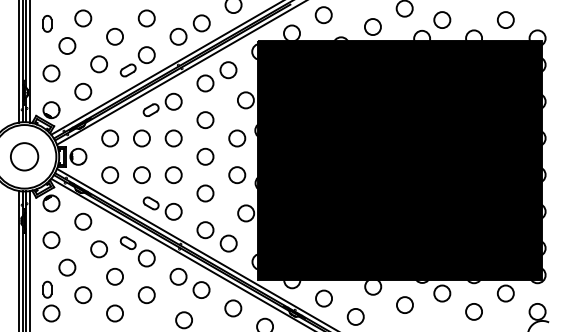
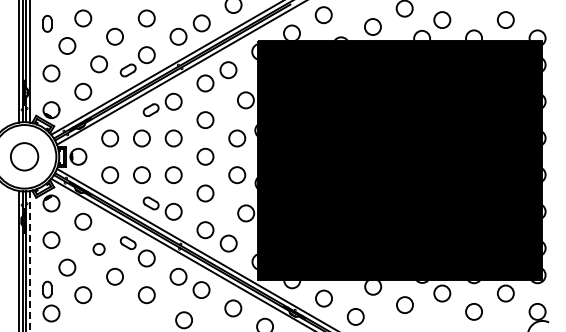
circle at (98, 249) size: 18x19 px -> 14x14 px
line at (30, 261): solid -> dashed
circle at (114, 313): present -> none
